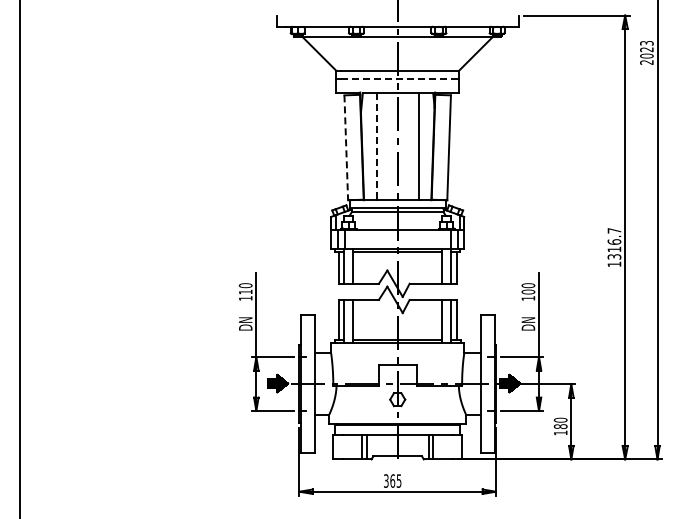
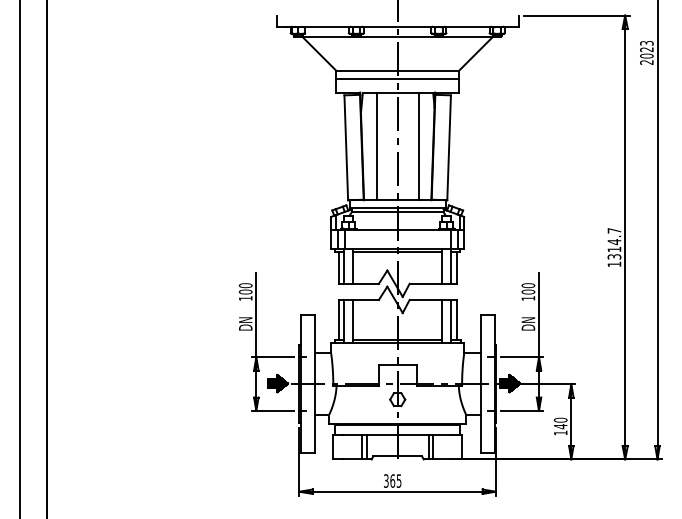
line at (400, 78): dashed -> solid
line at (377, 146): dashed -> solid
line at (346, 148): dashed -> solid
text at (614, 242): 1316.7 -> 1314.7
line at (47, 258): none -> present
text at (245, 291): 110 -> 100
text at (560, 426): 180 -> 140
